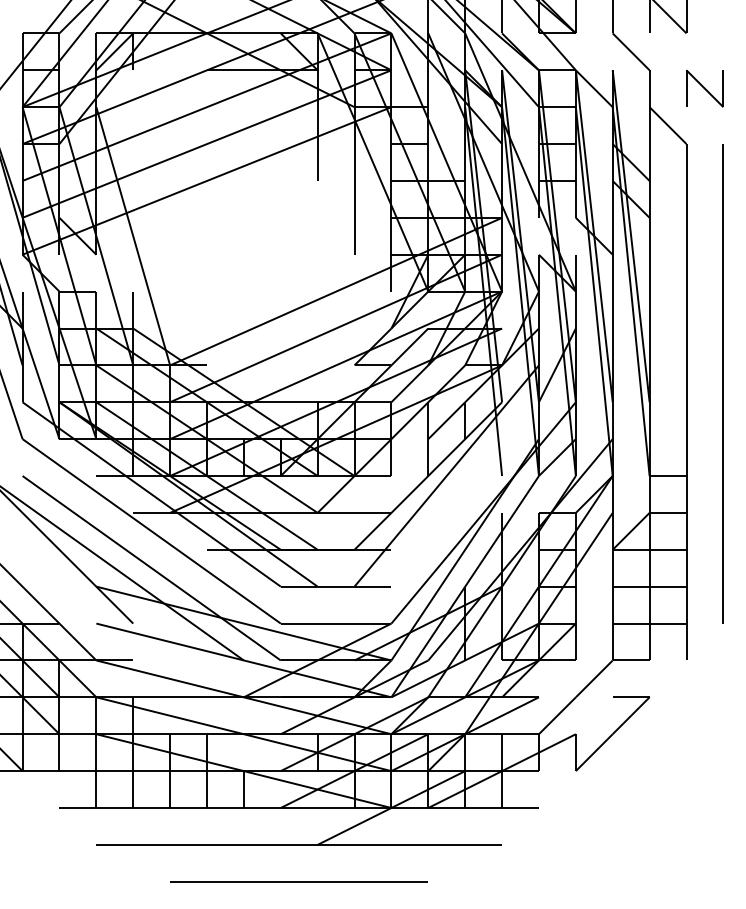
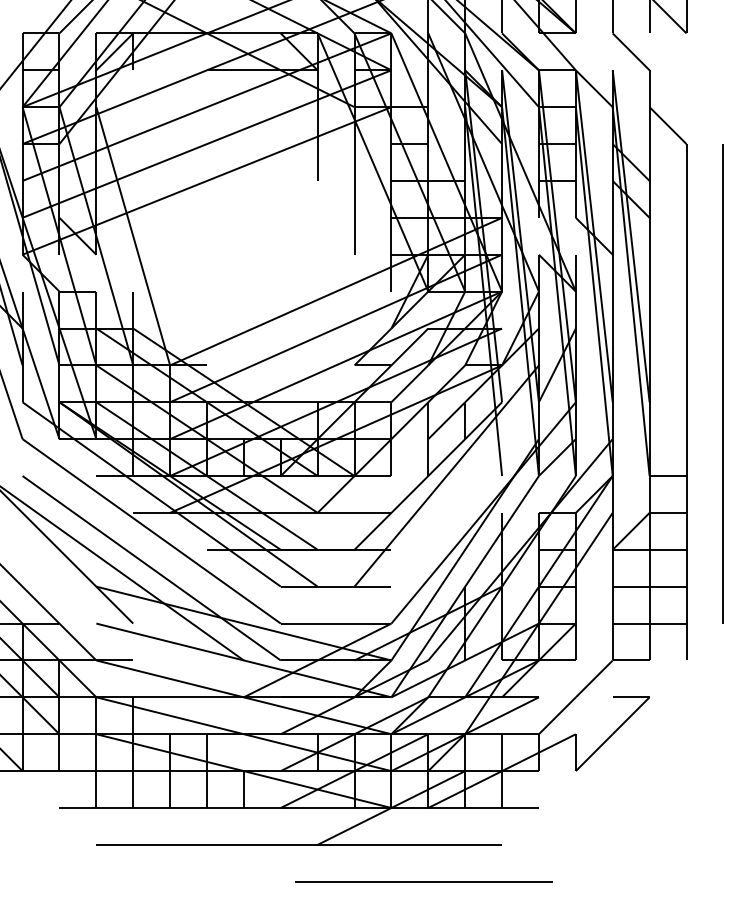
part at (704, 88): present -> none
line at (298, 881) position: (298, 881) -> (423, 881)
